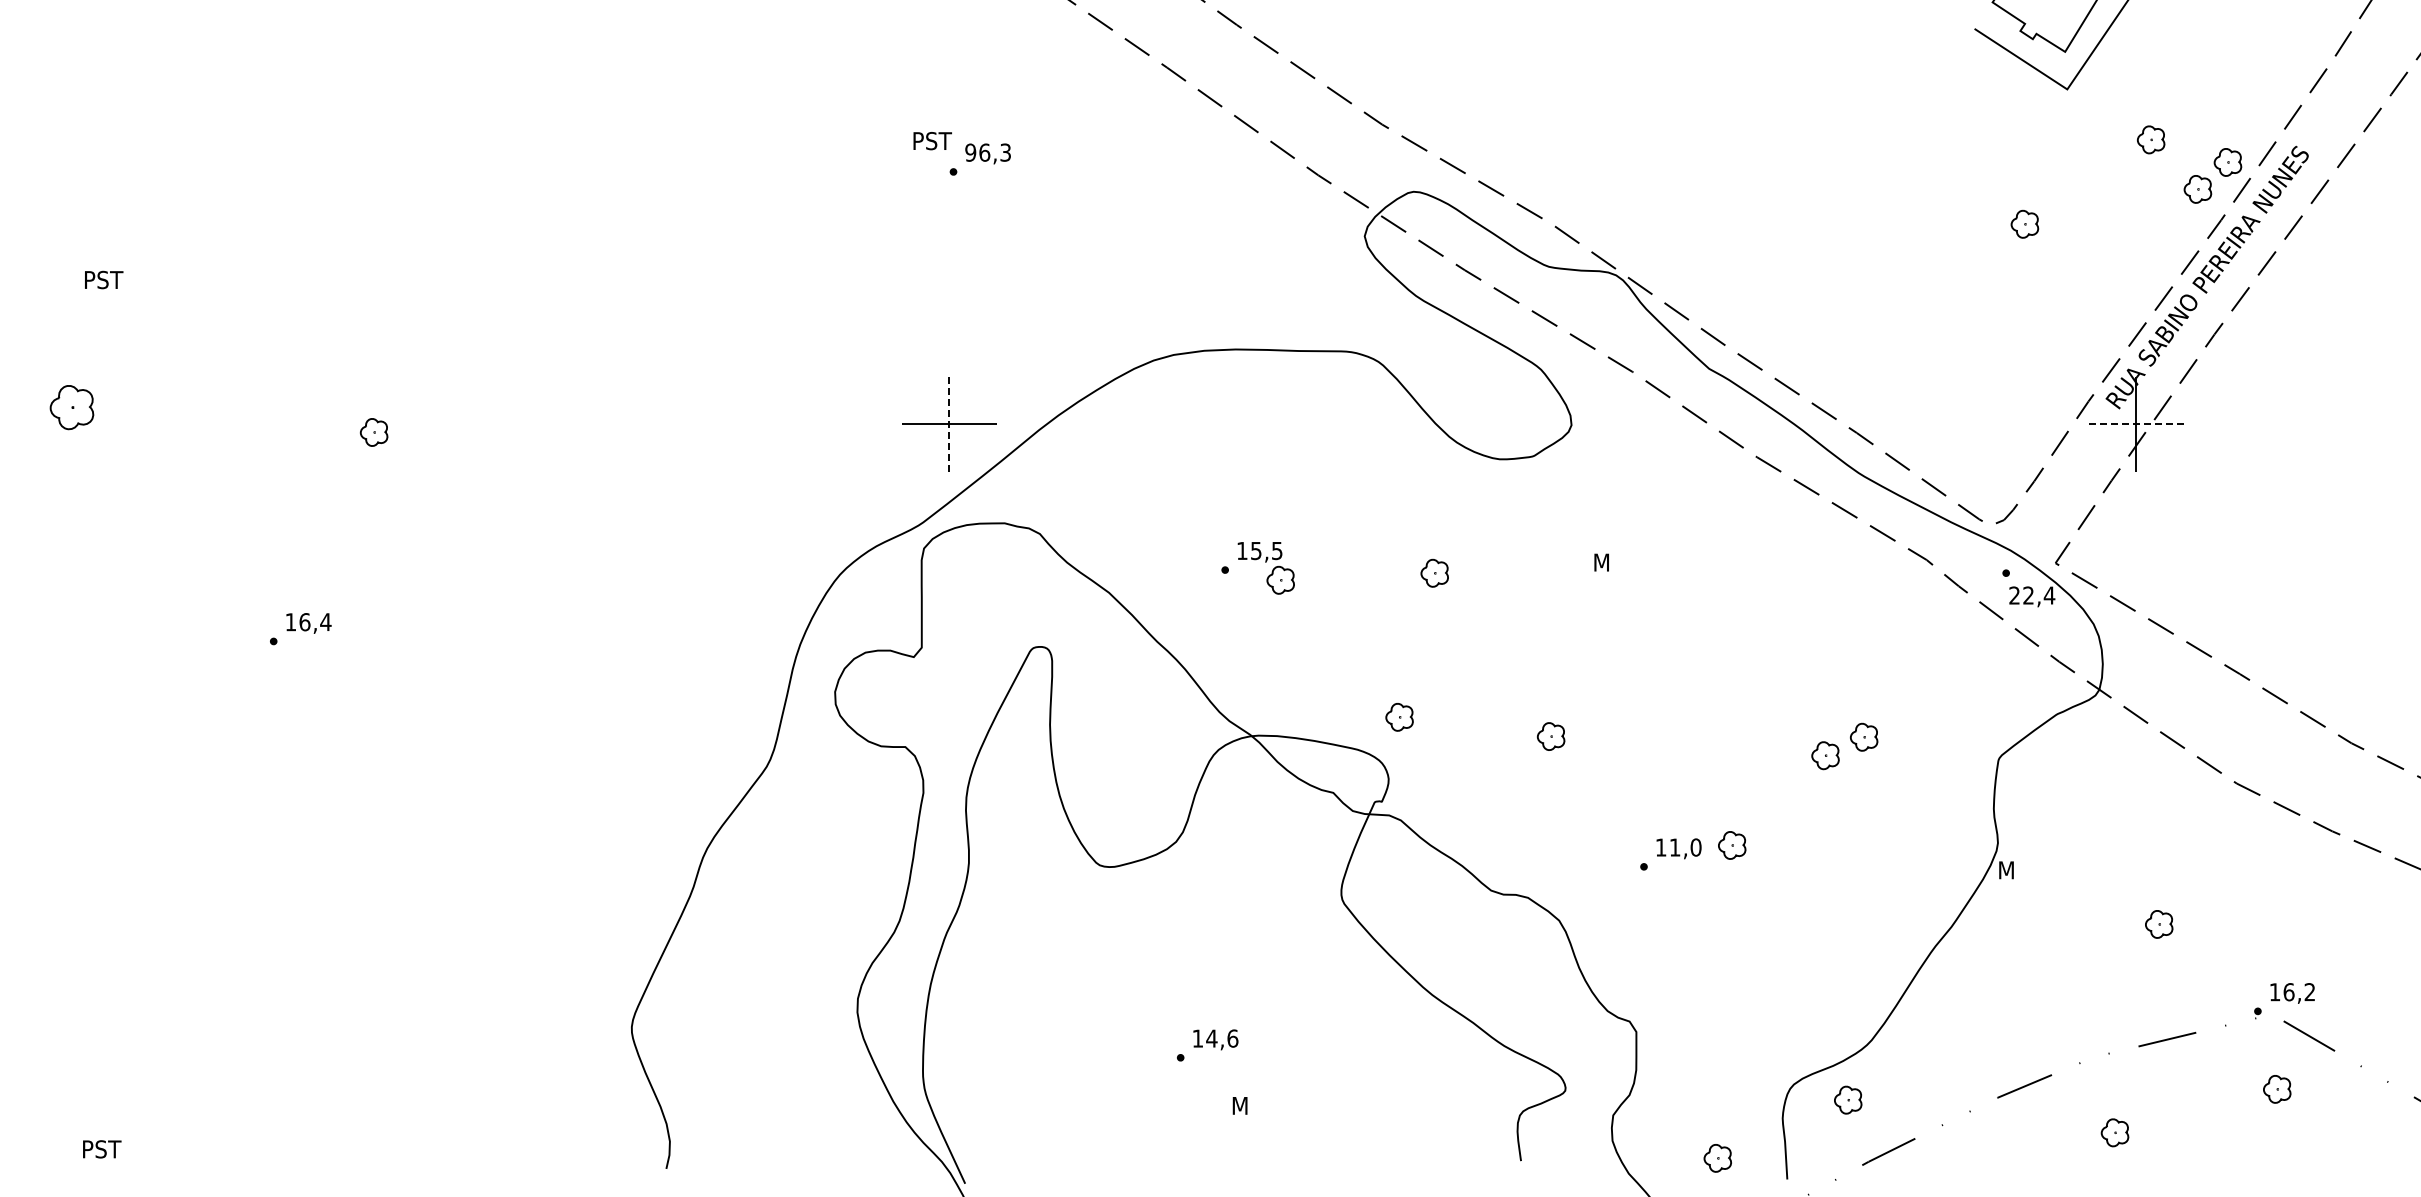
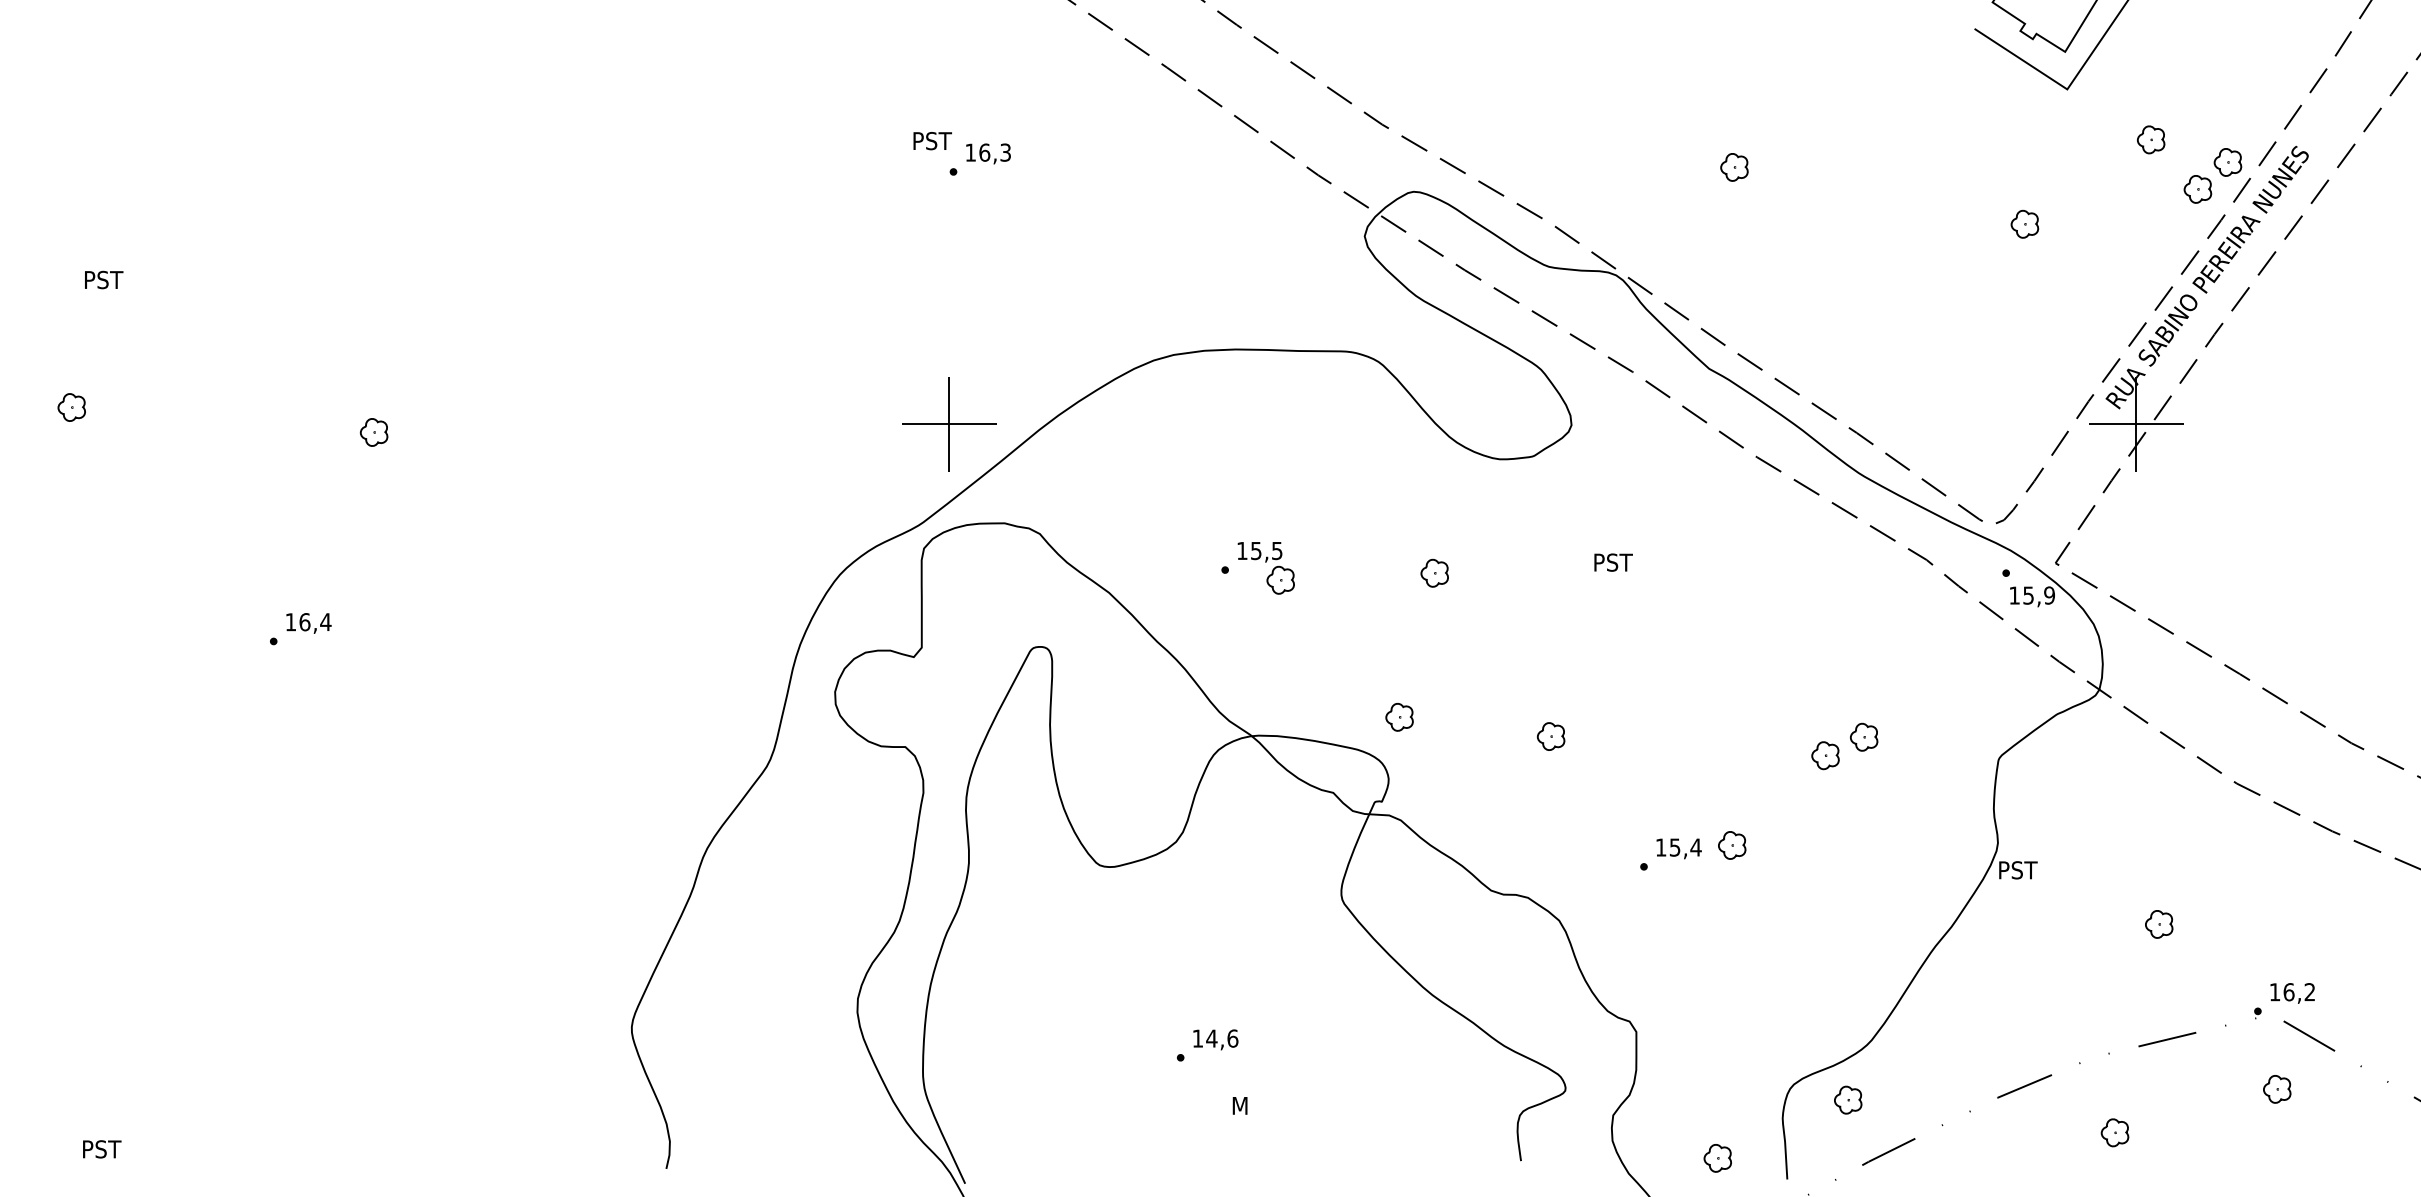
text at (970, 152): 96,3 -> 16,3
part at (1734, 167): none -> present
part at (71, 407) size: 46x46 px -> 29x29 px
line at (949, 424): dashed -> solid
line at (2135, 424): dashed -> solid
text at (1614, 562): M -> PST
text at (2032, 595): 22,4 -> 15,9
text at (1685, 847): 11,0 -> 15,4
text at (2019, 870): M -> PST
